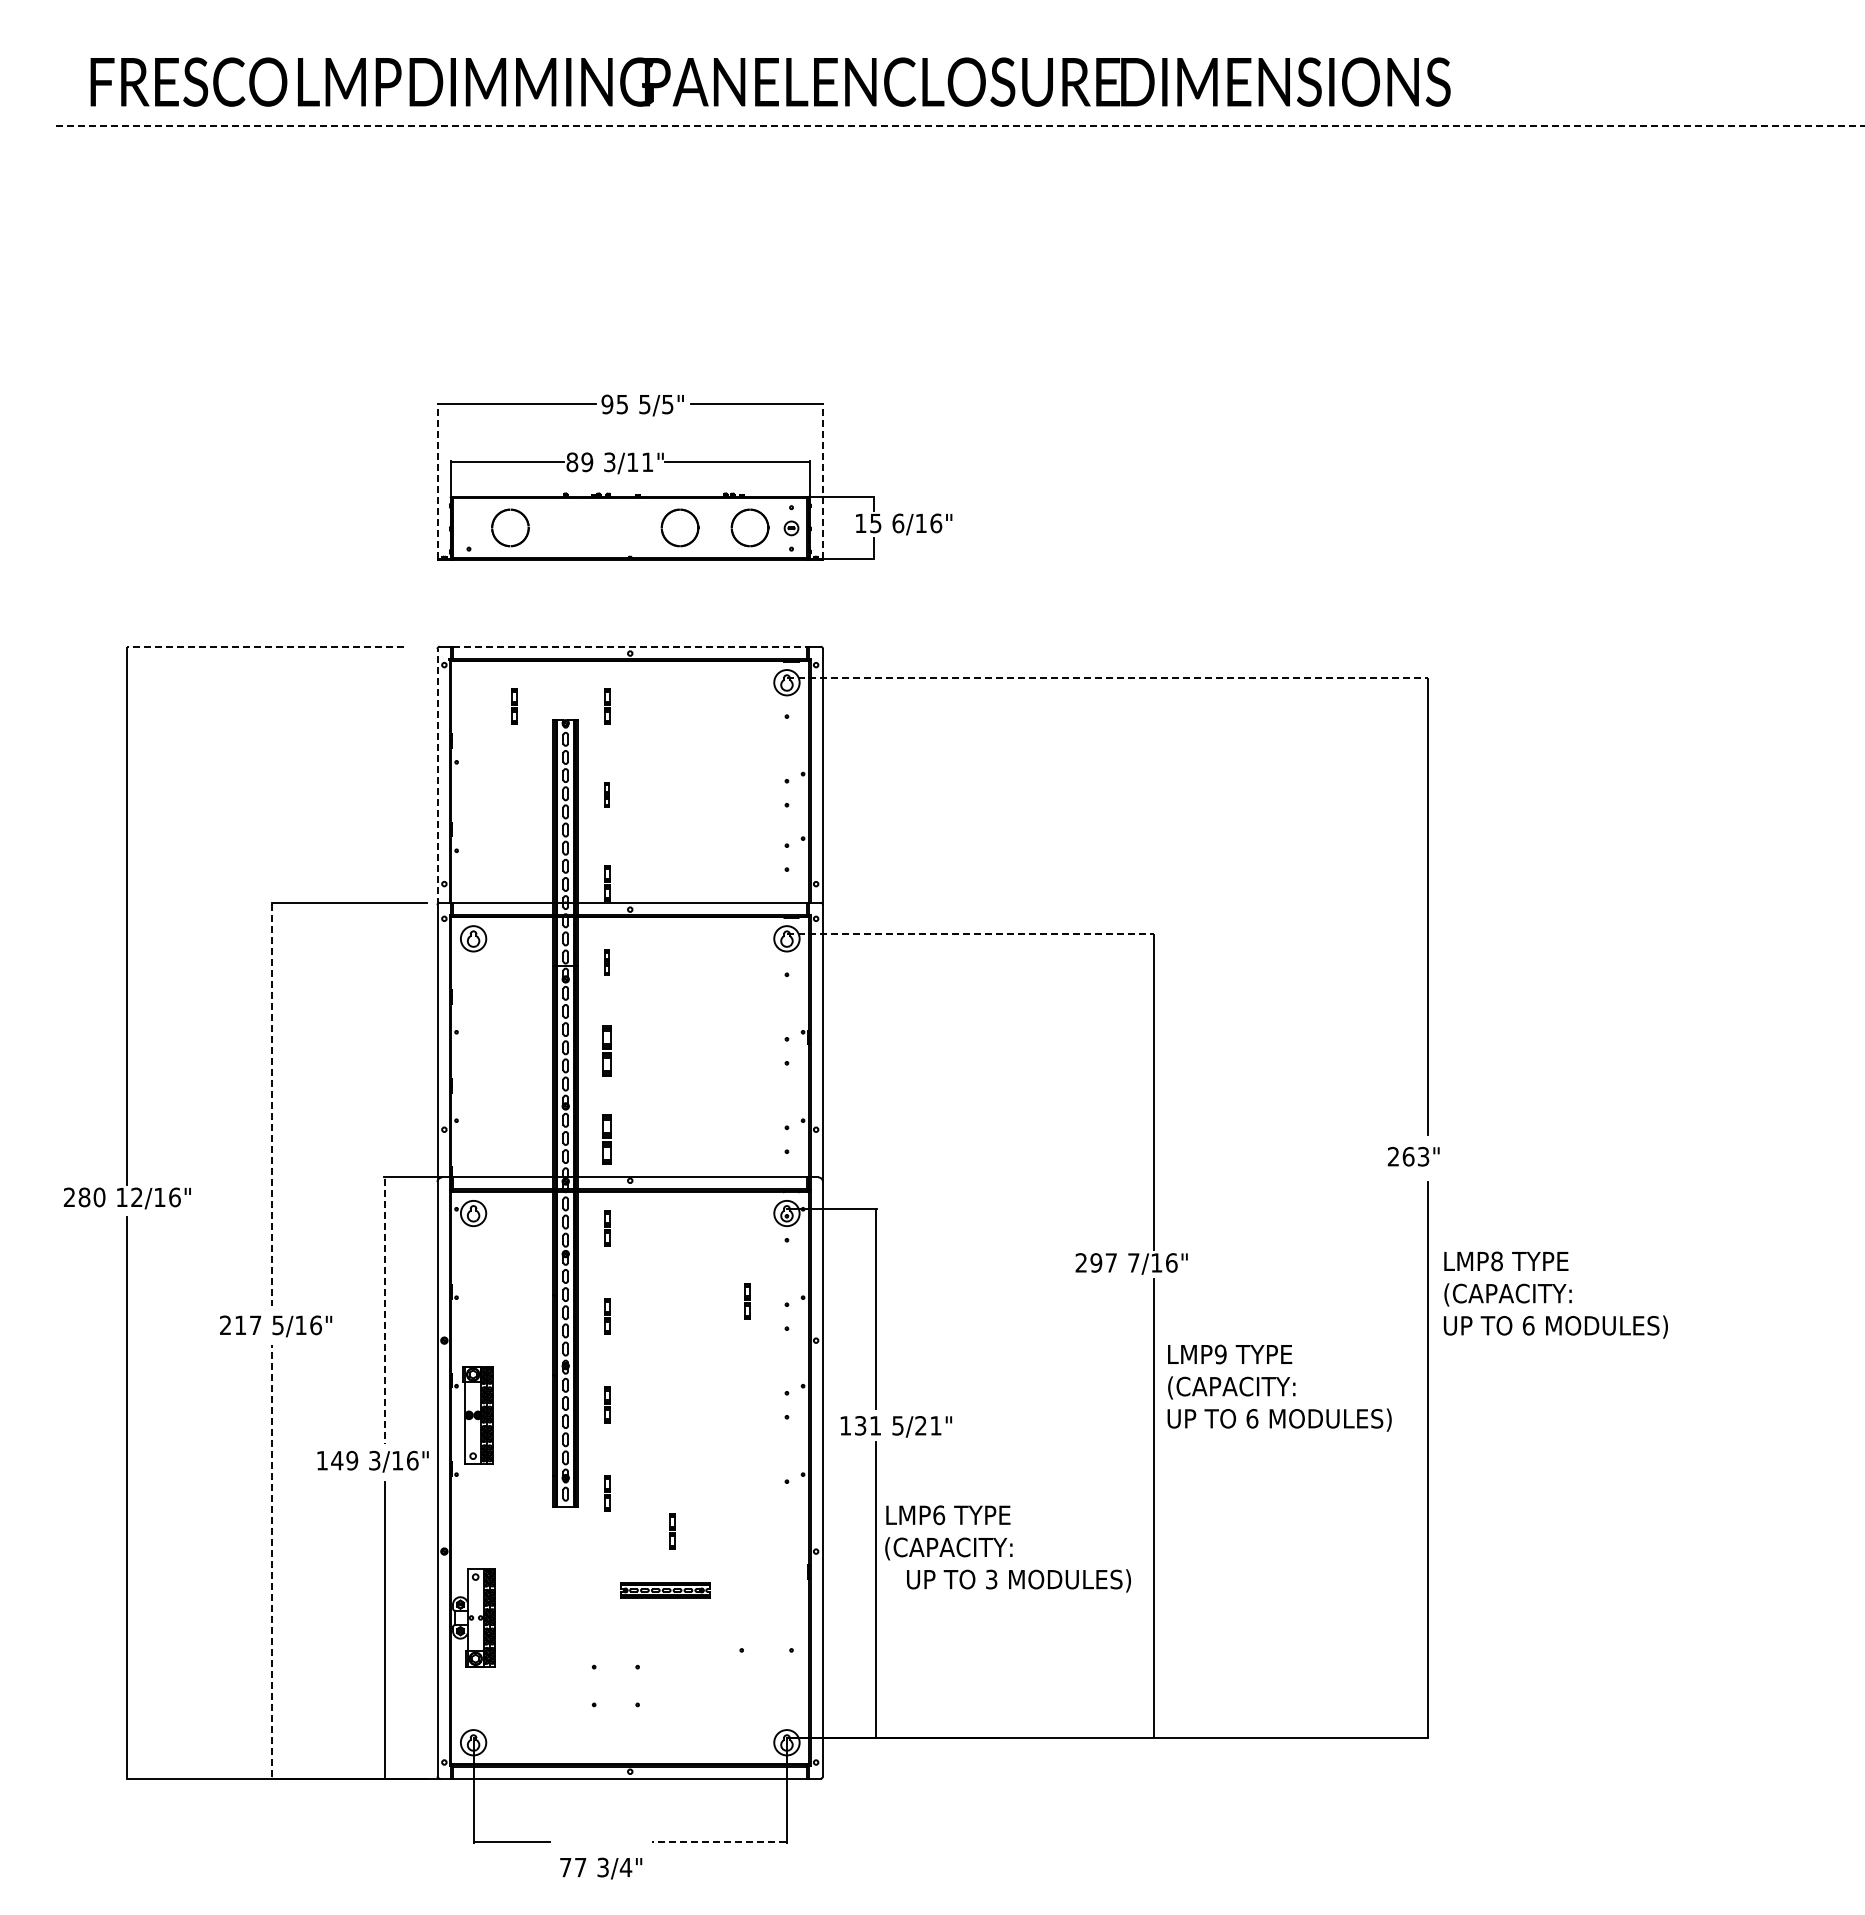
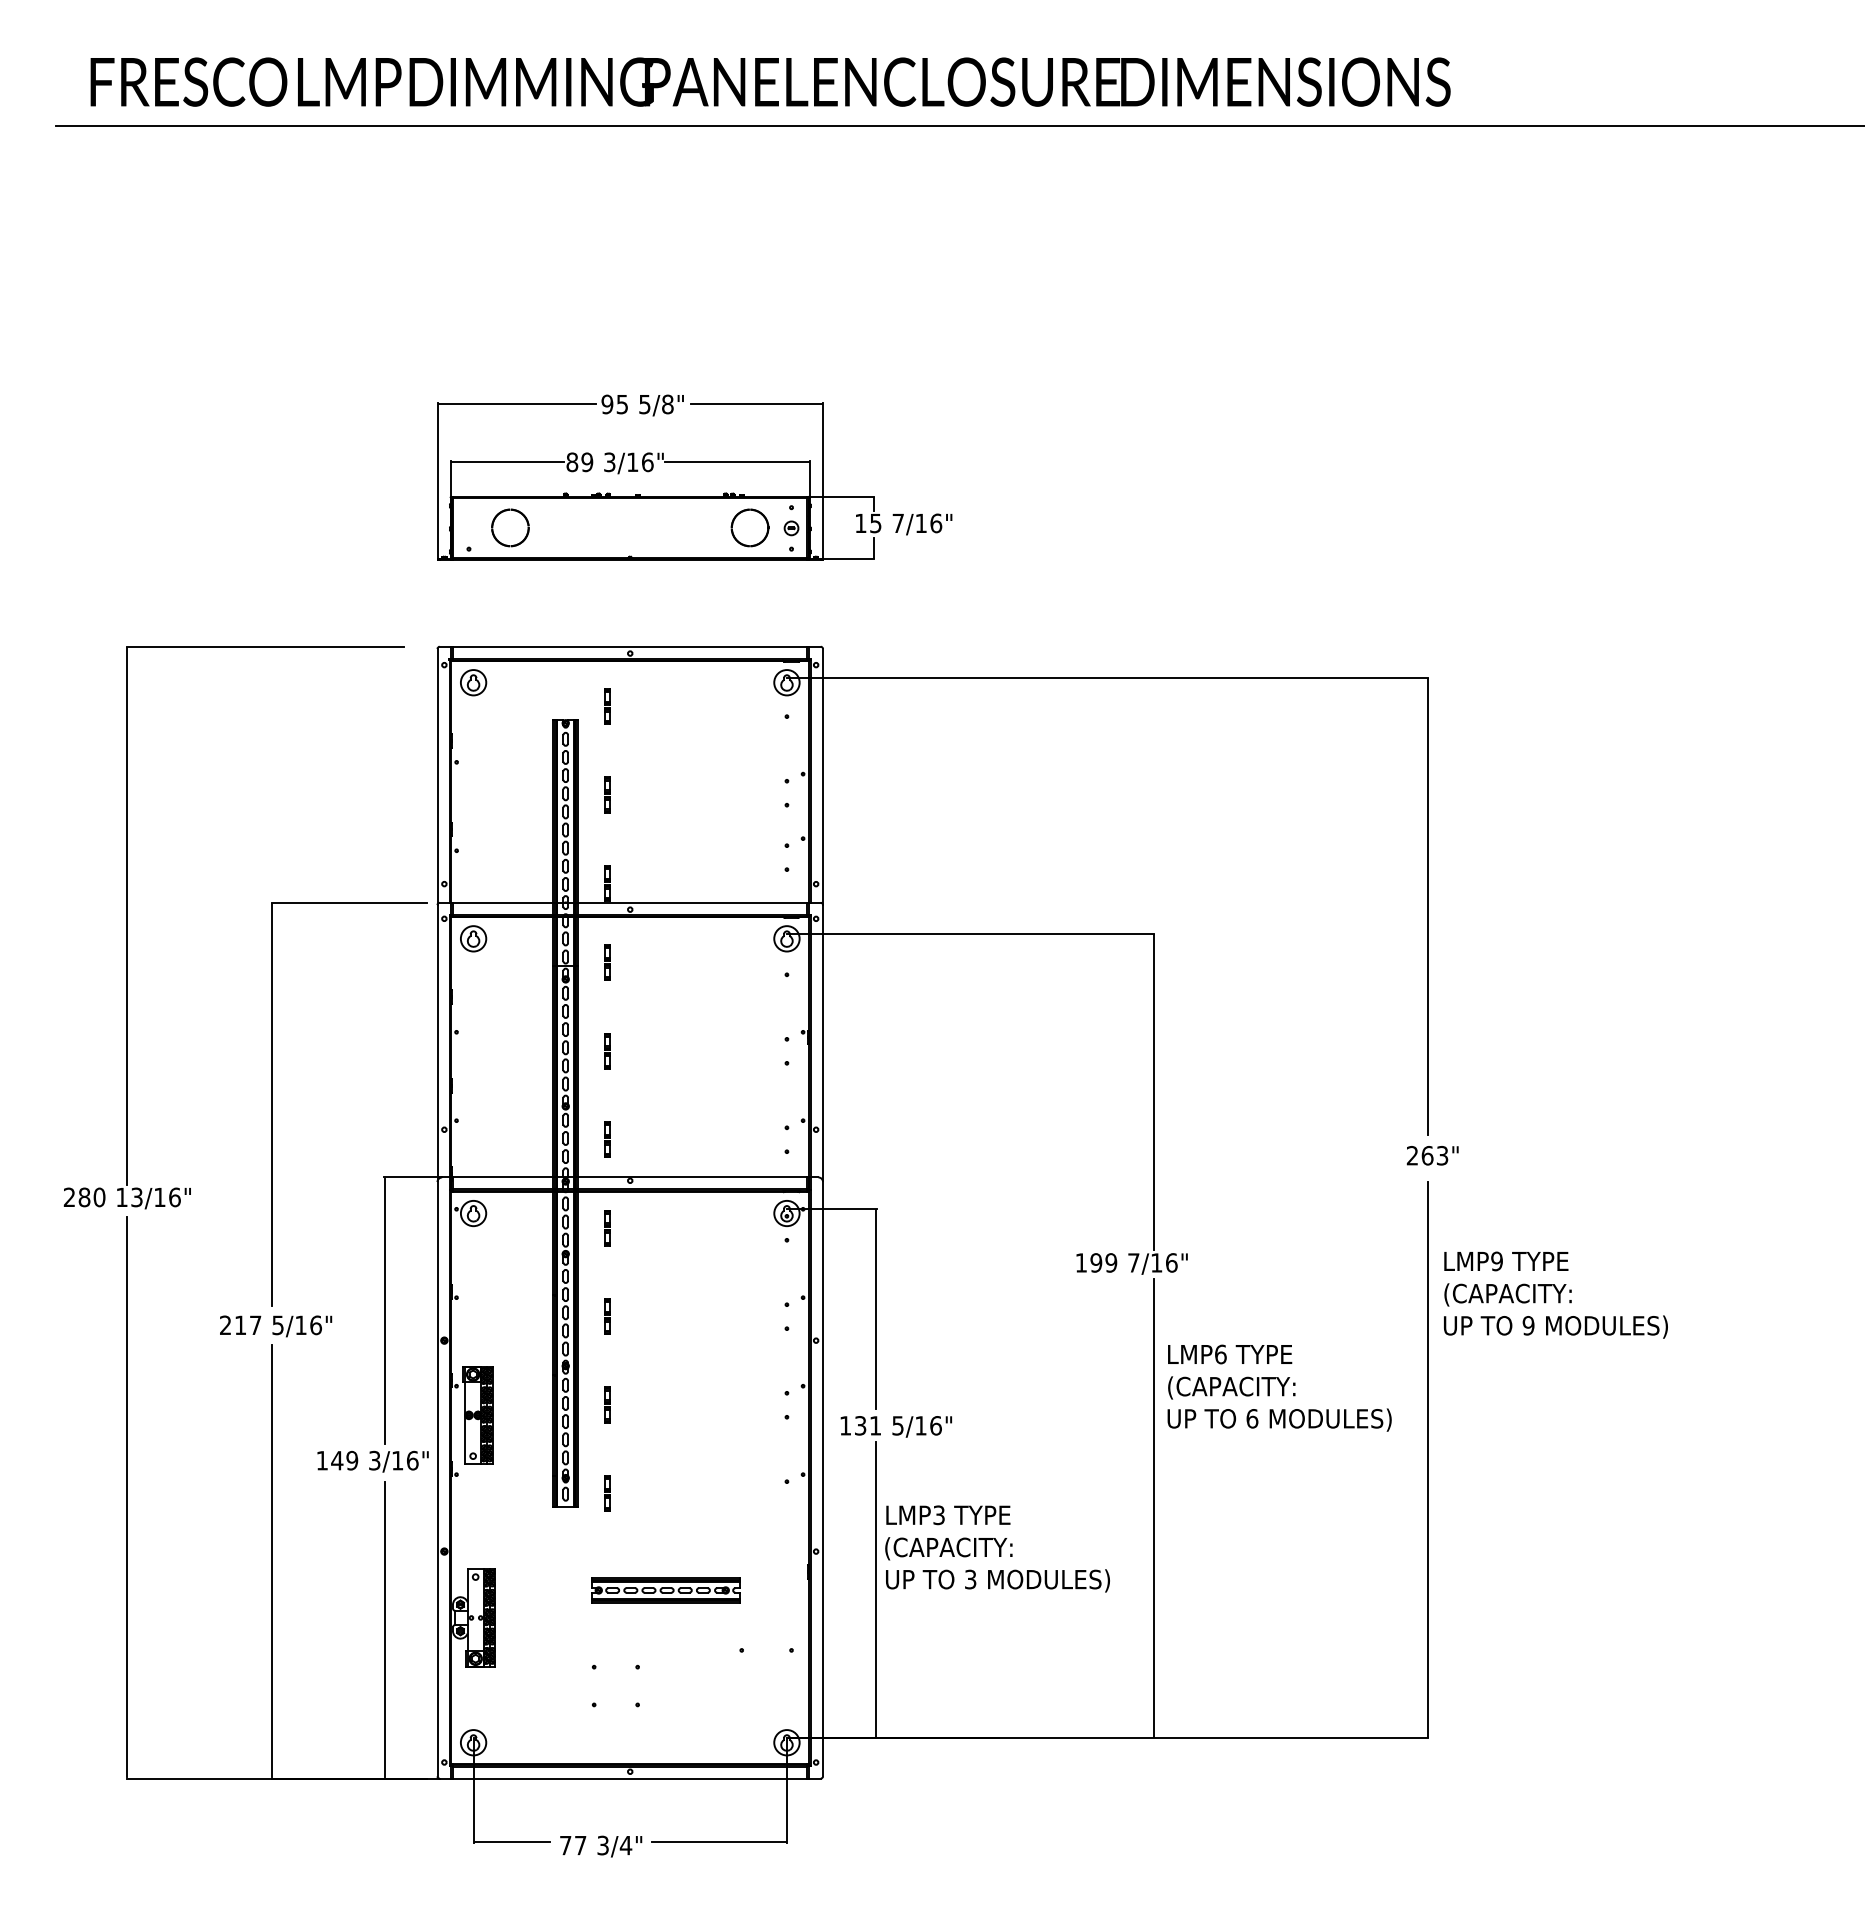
line at (960, 125): dashed -> solid
text at (667, 404): 5/5" -> 5/8"
text at (647, 462): 3/11" -> 3/16"
line at (437, 480): dashed -> solid
line at (823, 480): dashed -> solid
text at (898, 523): 6/16" -> 7/16"
part at (679, 527): present -> none
line at (264, 646): dashed -> solid
line at (630, 646): dashed -> solid
line at (1108, 678): dashed -> solid
part at (473, 682): none -> present
part at (514, 706): present -> none
line at (437, 776): dashed -> solid
part at (606, 794) size: 6x26 px -> 7x38 px
line at (970, 934): dashed -> solid
part at (606, 962) size: 6x27 px -> 7x37 px
part at (606, 1050) size: 10x52 px -> 7x37 px
line at (272, 1104): dashed -> solid
part at (606, 1139) size: 10x51 px -> 7x37 px
text at (1413, 1156) position: (1413, 1156) -> (1432, 1155)
text at (136, 1197): 12/16" -> 13/16"
text at (1496, 1261): LMP8 -> LMP9
text at (1096, 1262): 297 -> 199
part at (747, 1301): present -> none
line at (384, 1311): dashed -> solid
text at (1528, 1325): 6 -> 9
text at (1220, 1354): LMP9 -> LMP6
text at (928, 1425): 5/21" -> 5/16"
text at (939, 1515): LMP6 -> LMP3
part at (672, 1531): present -> none
line at (272, 1560): dashed -> solid
text at (1018, 1580) position: (1018, 1580) -> (997, 1580)
part at (665, 1590) size: 91x17 px -> 150x27 px
line at (718, 1842): dashed -> solid
text at (601, 1868) position: (601, 1868) -> (601, 1846)
